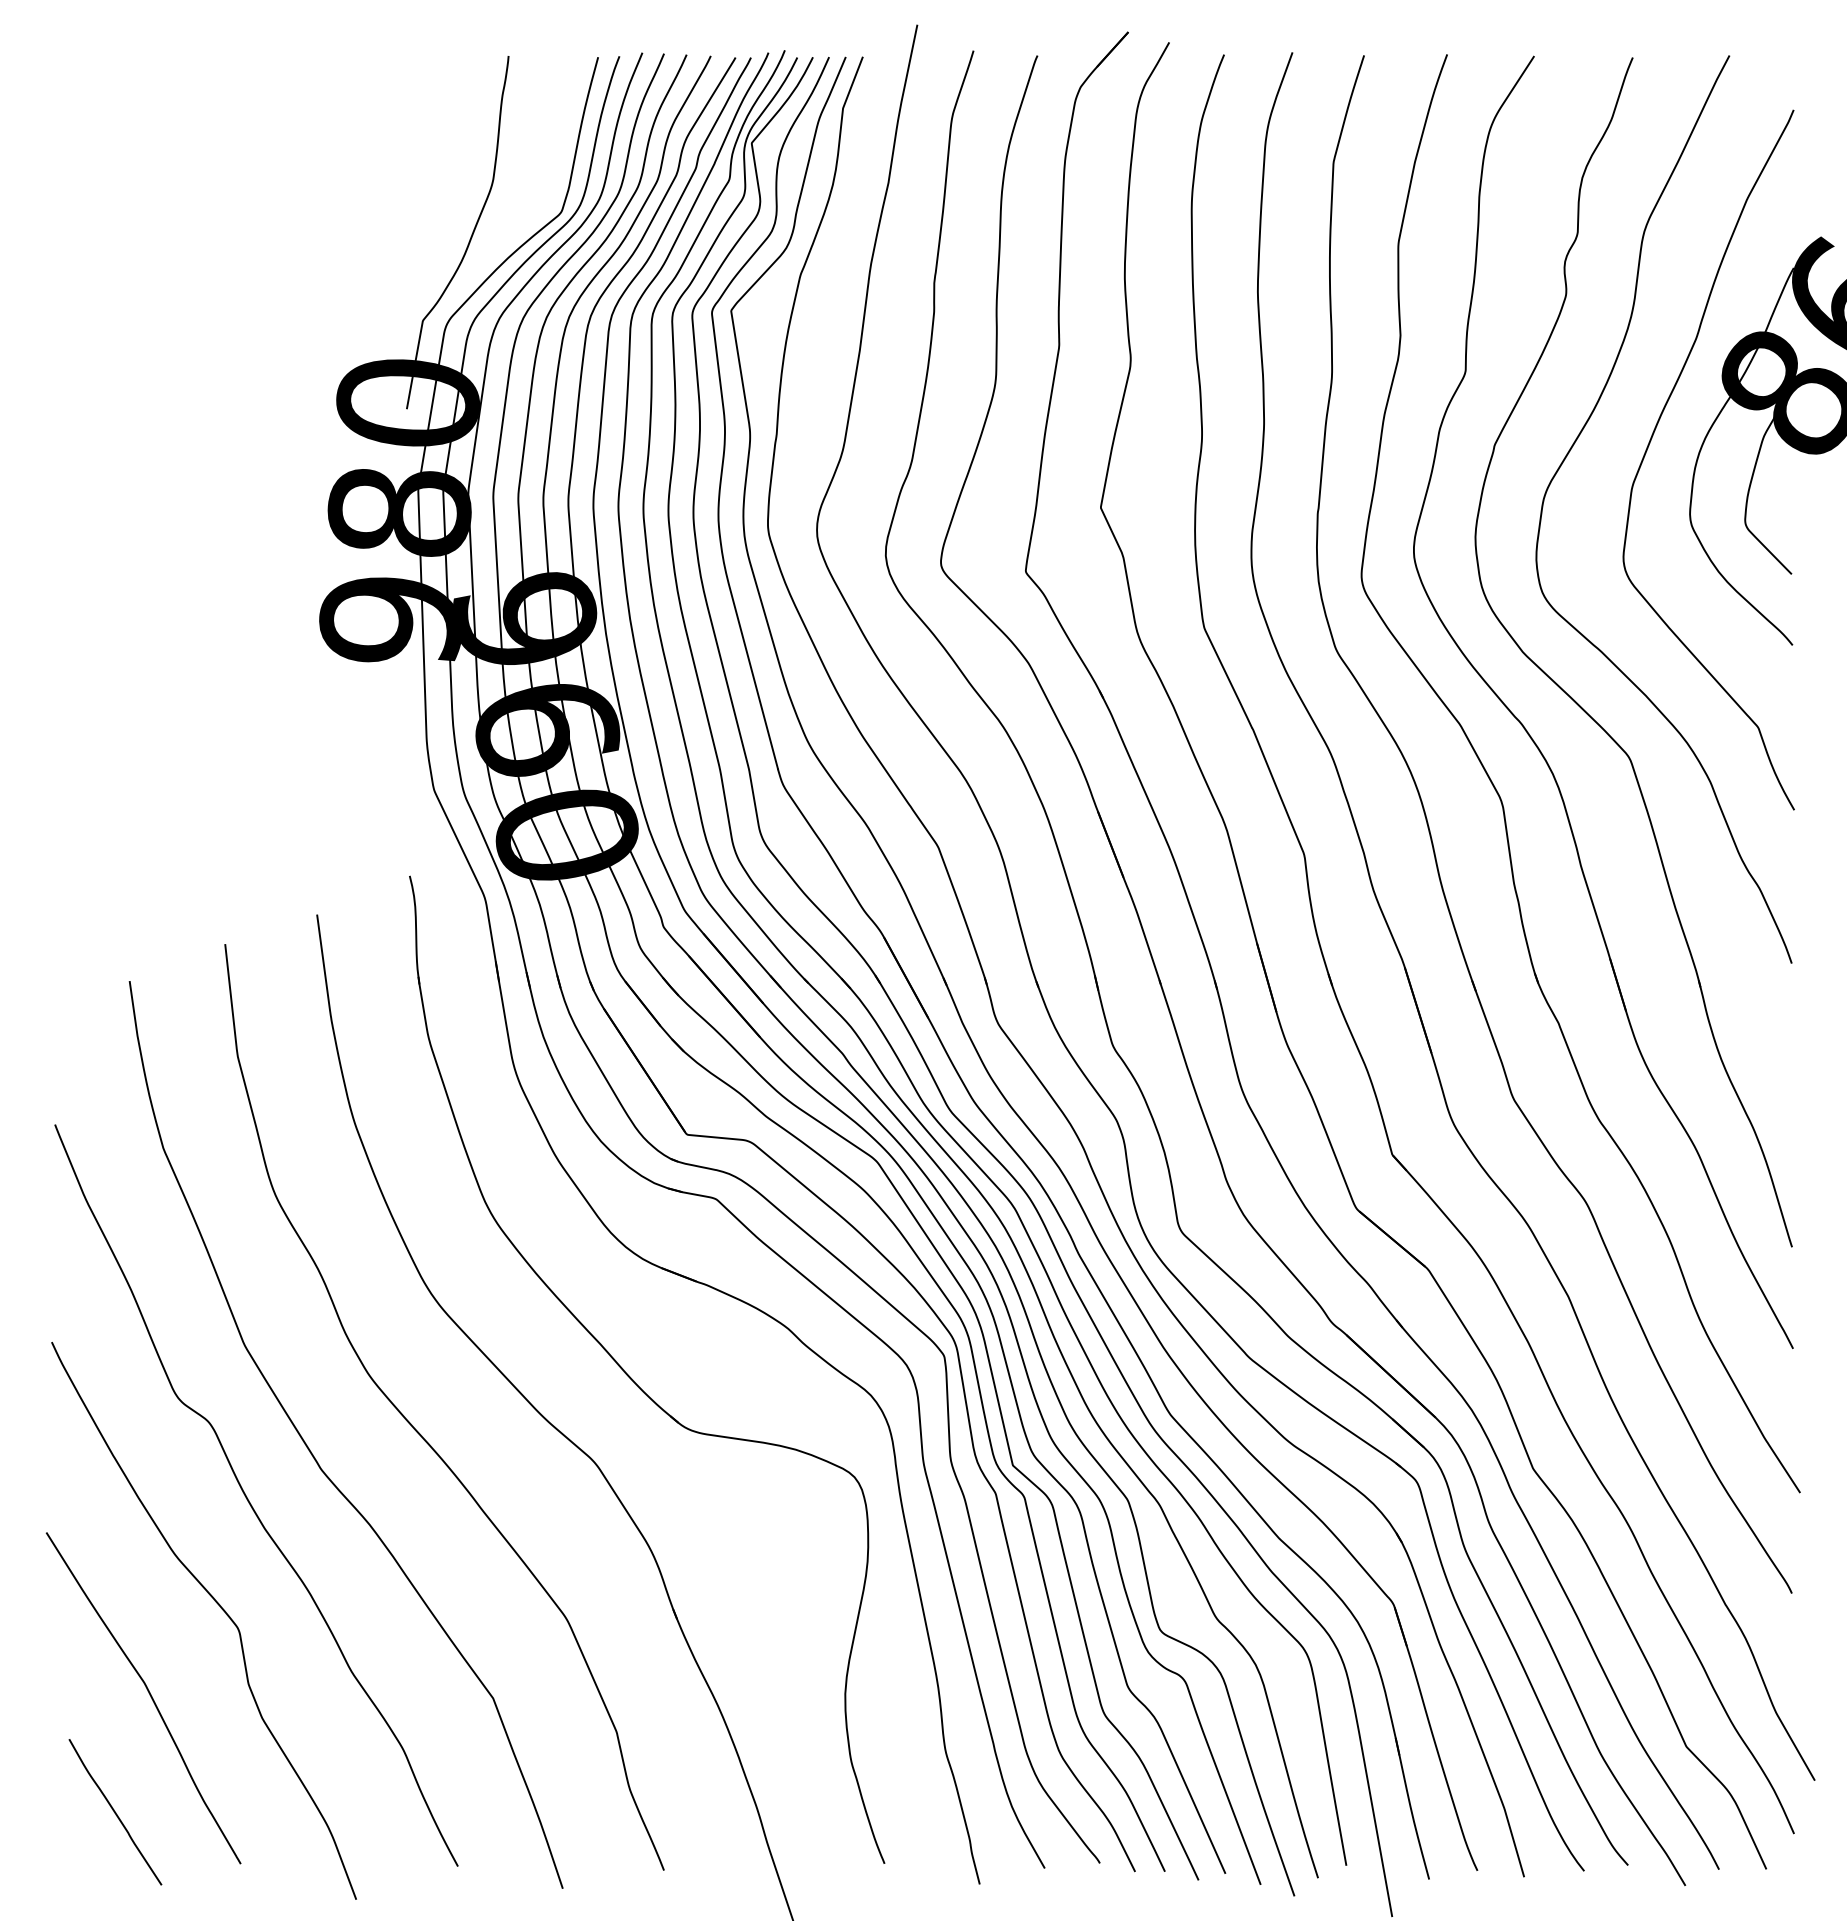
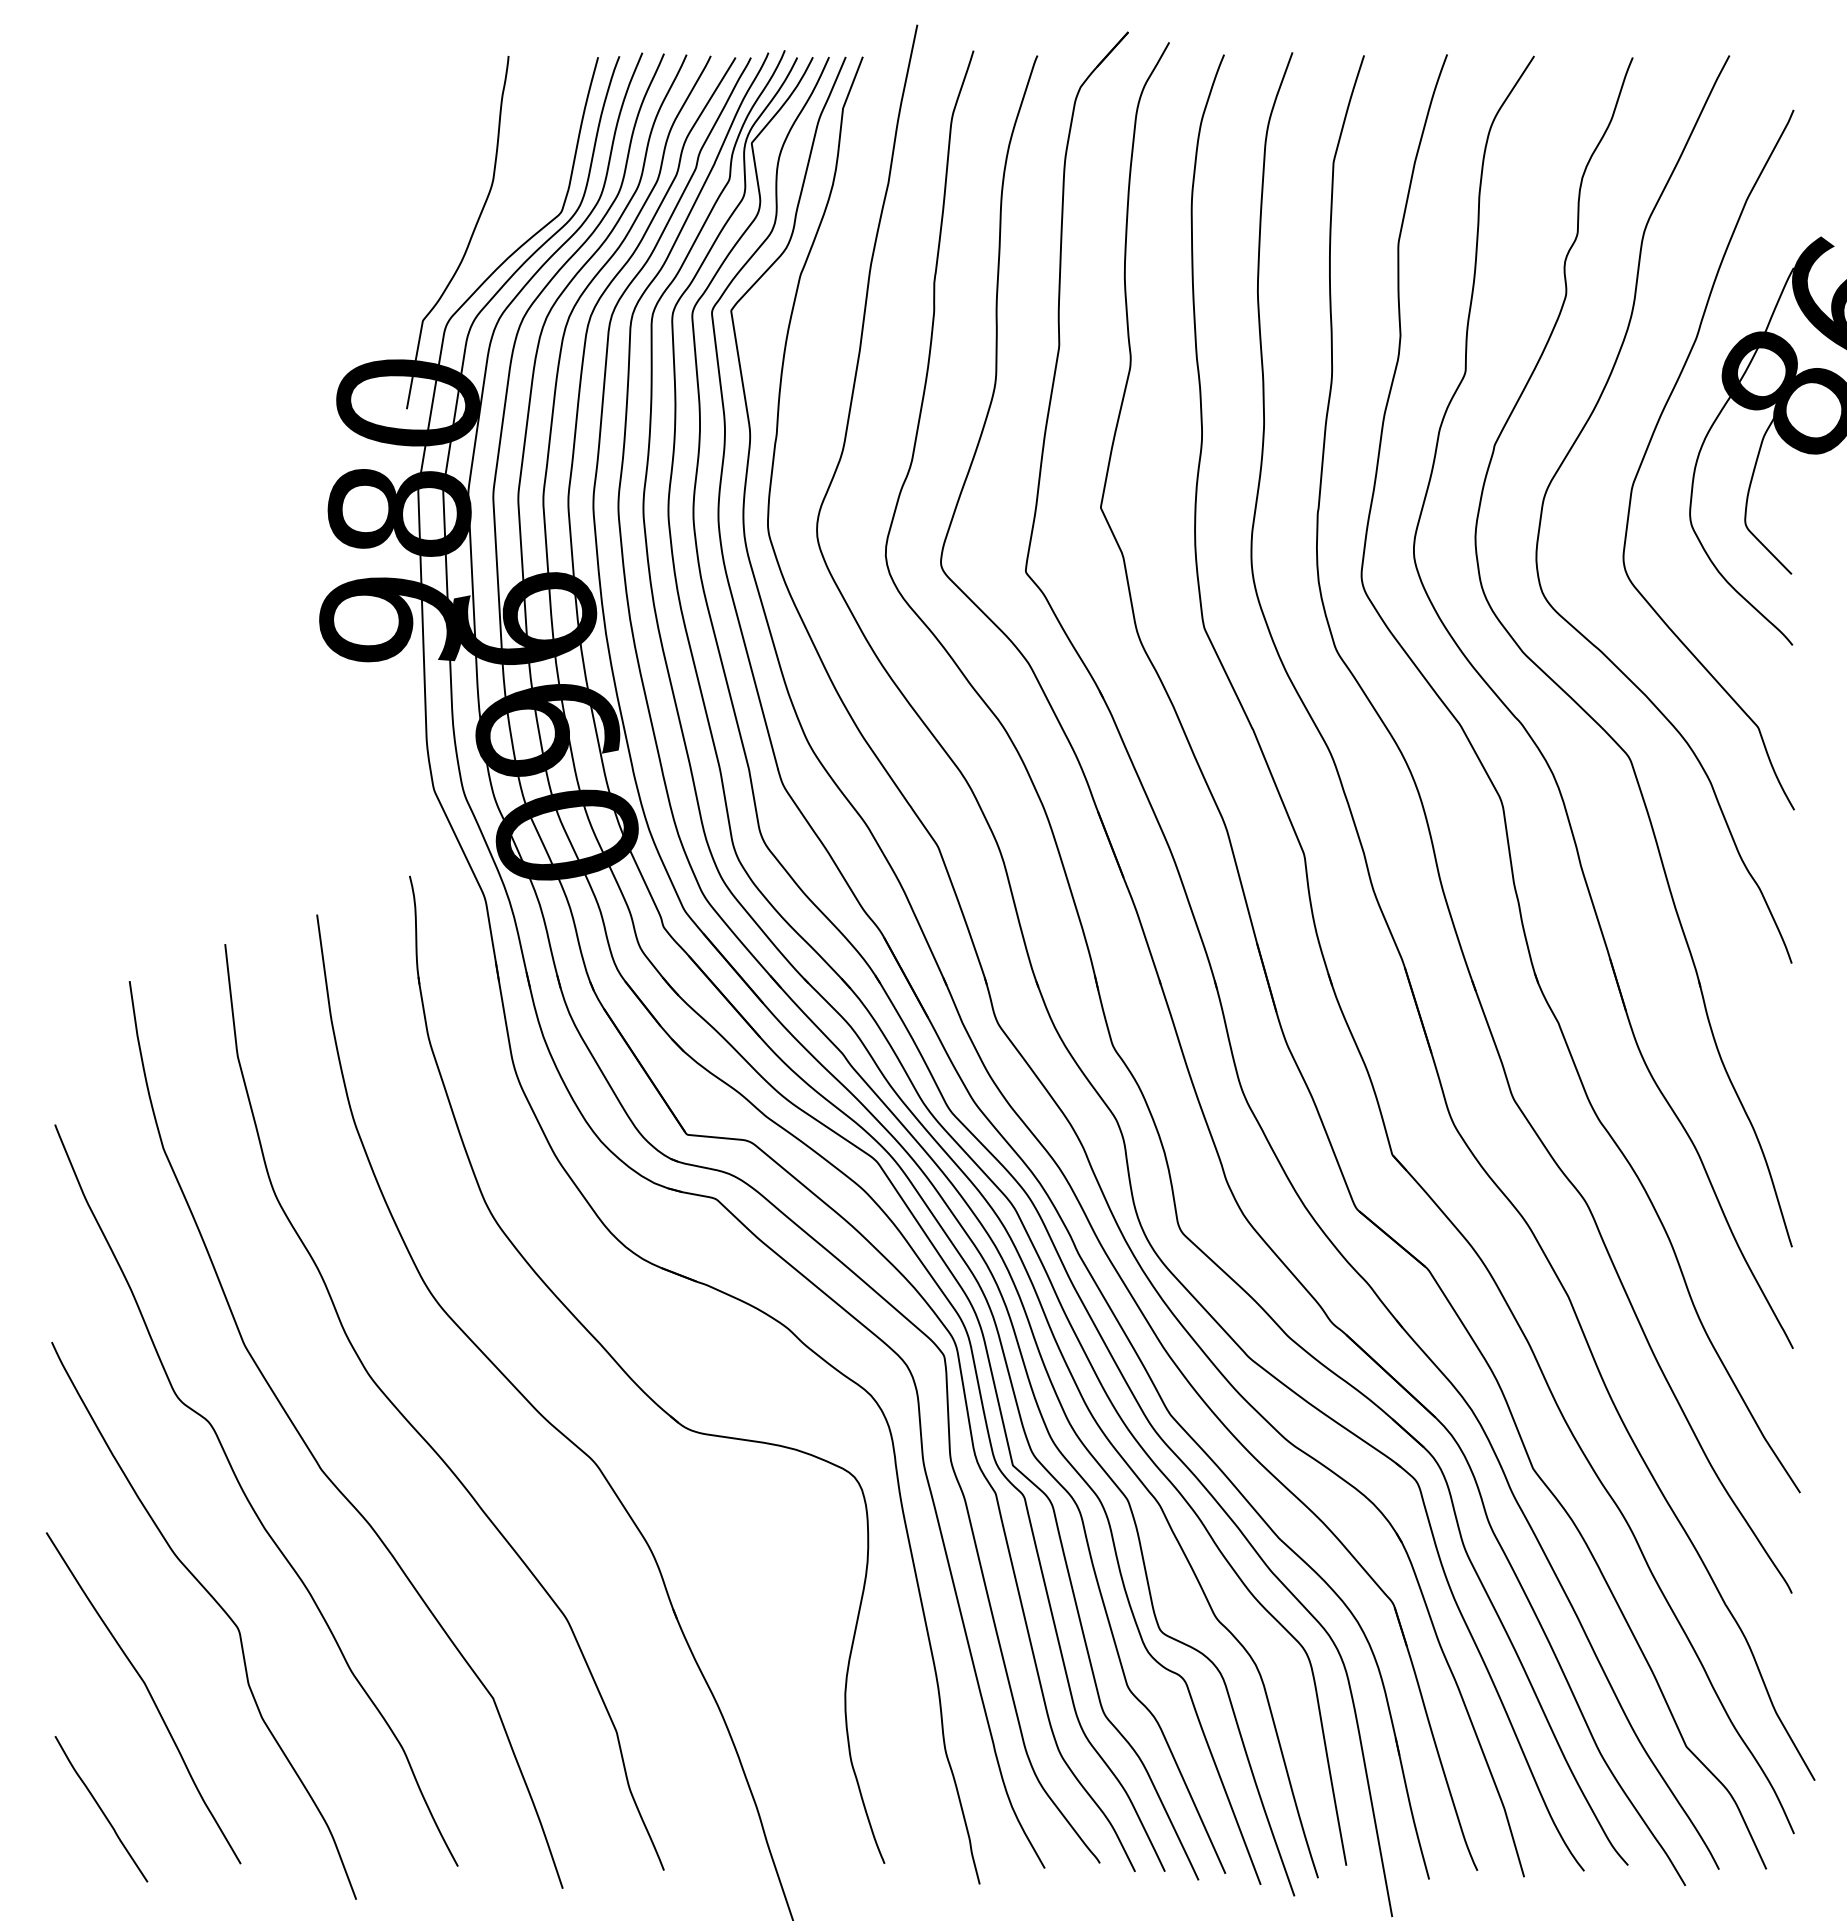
curve at (115, 1812) position: (115, 1812) -> (101, 1809)
